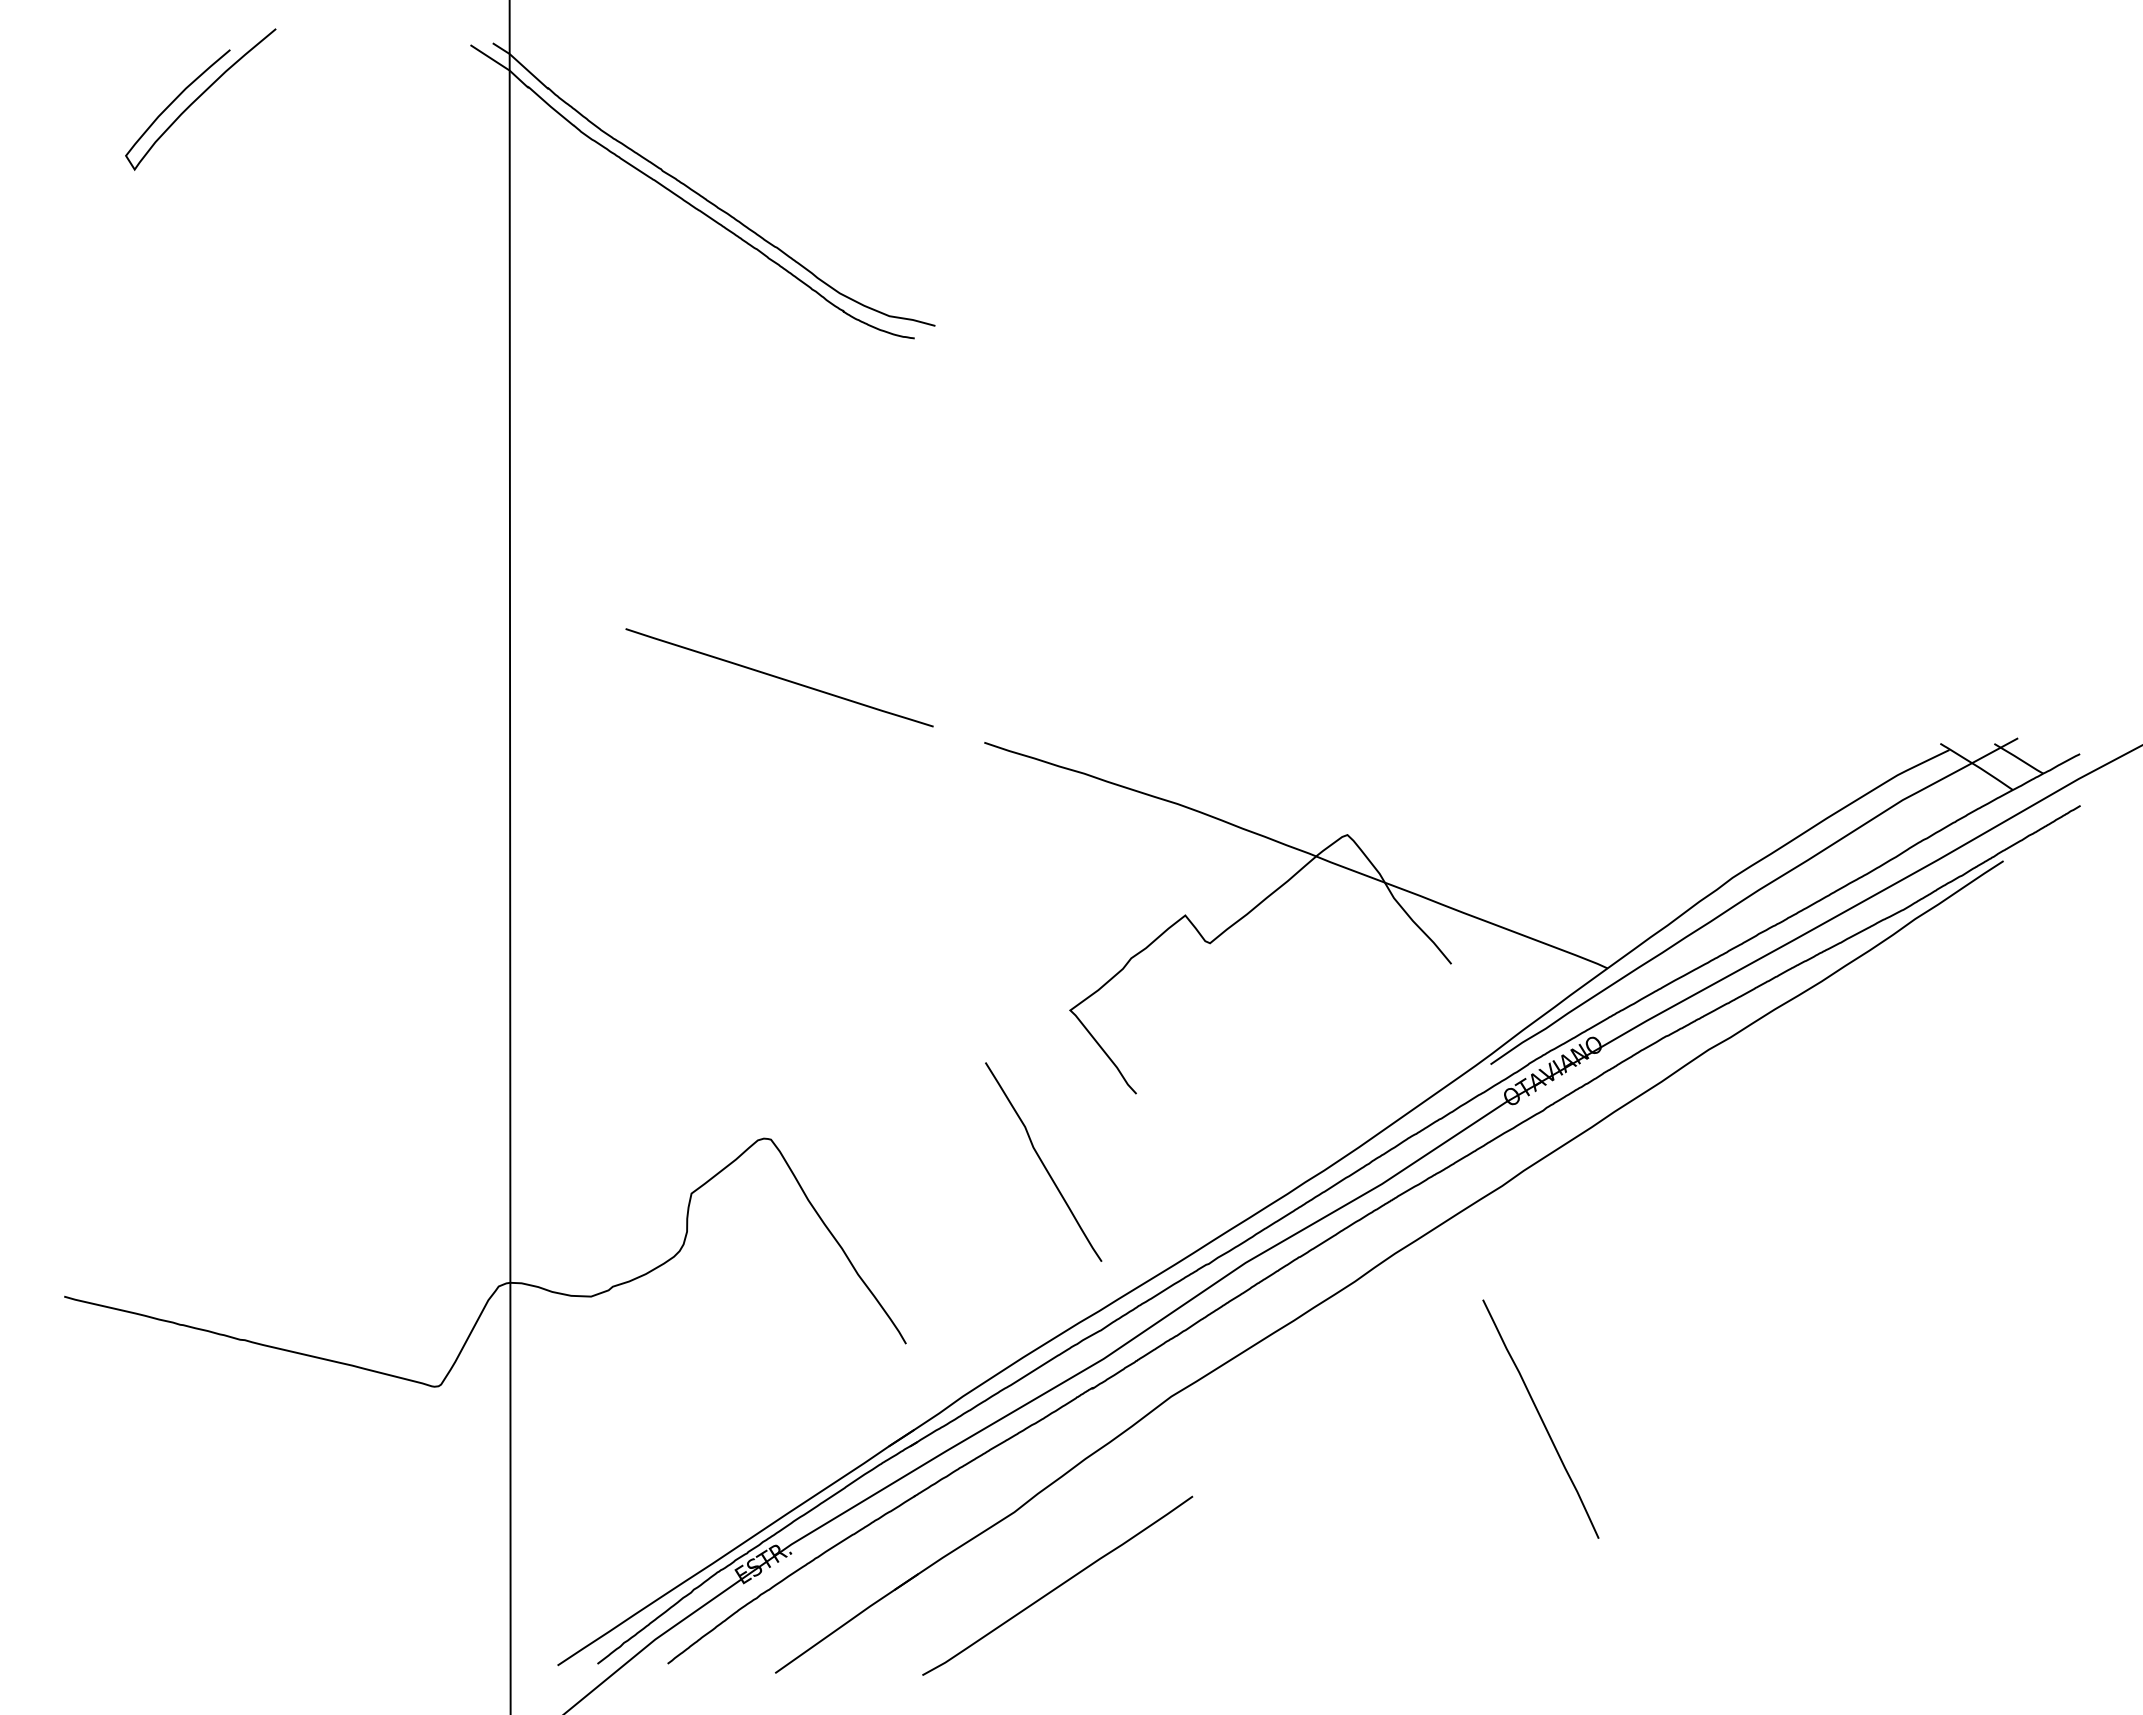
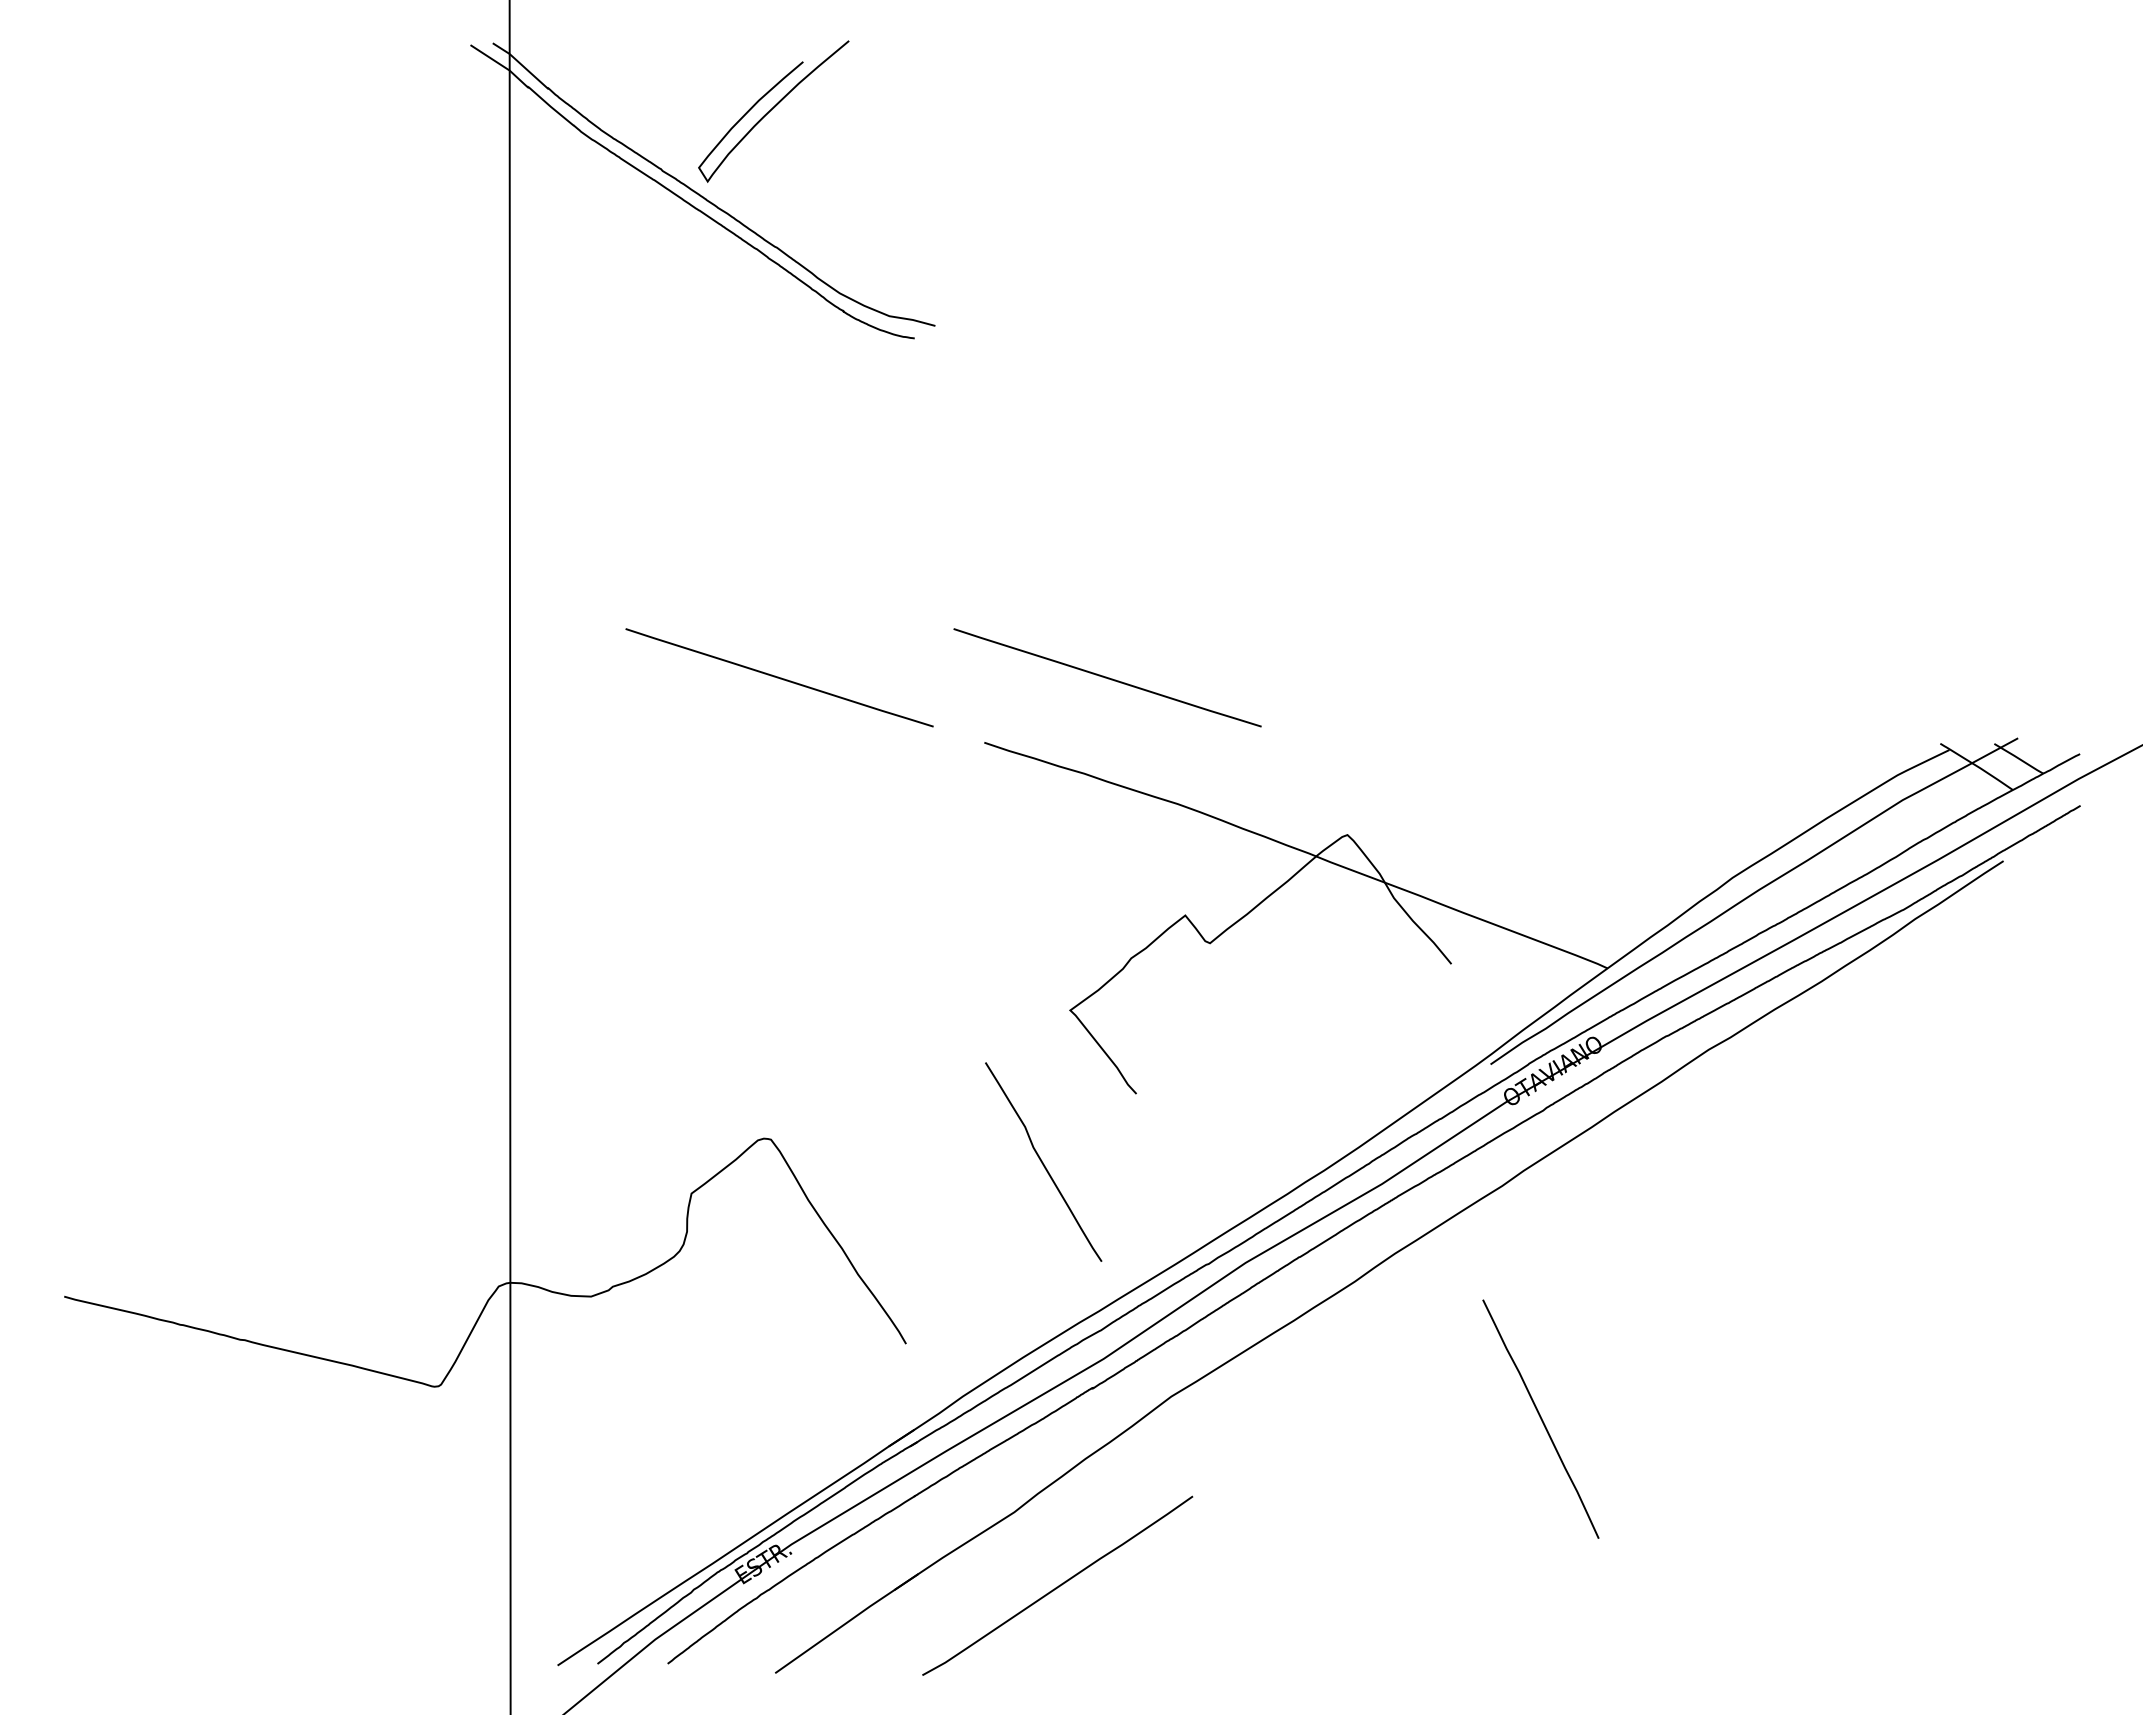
curve at (199, 97) position: (199, 97) -> (772, 109)
line at (1107, 677): none -> present
